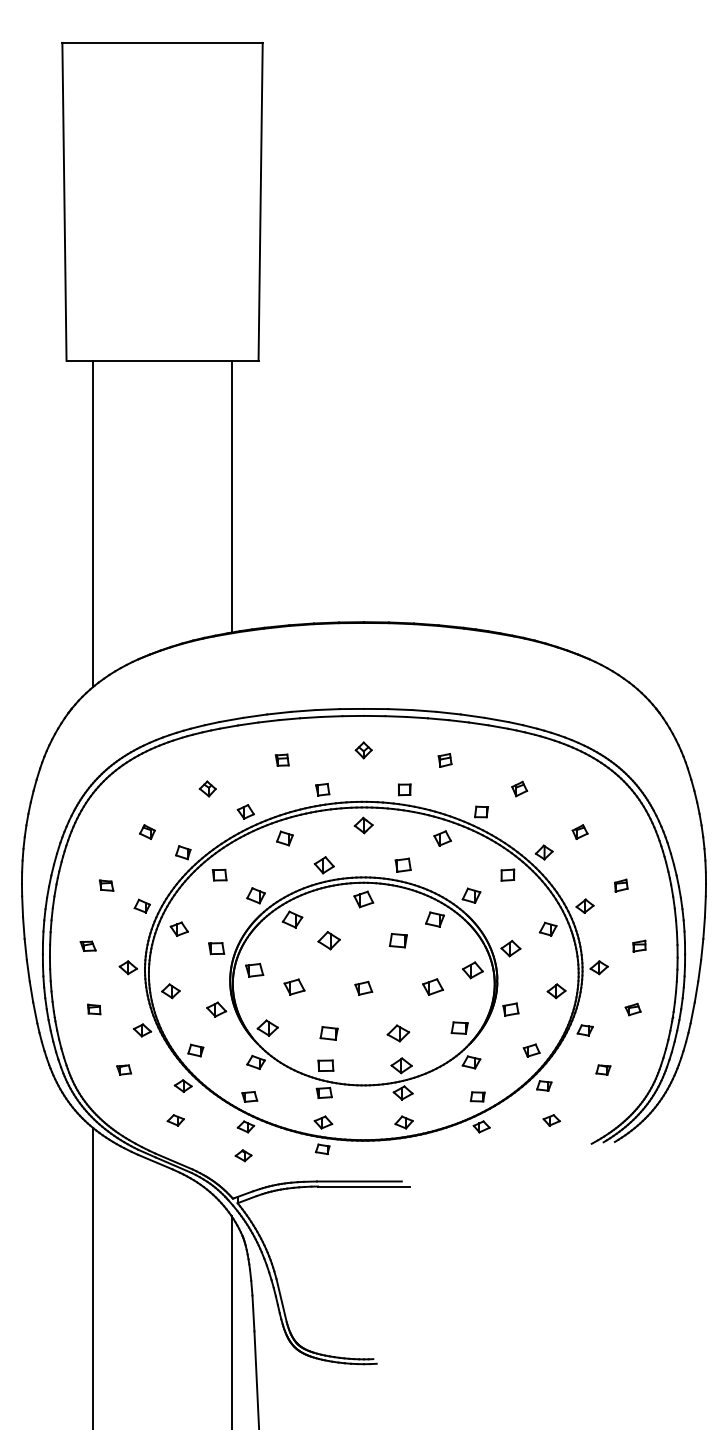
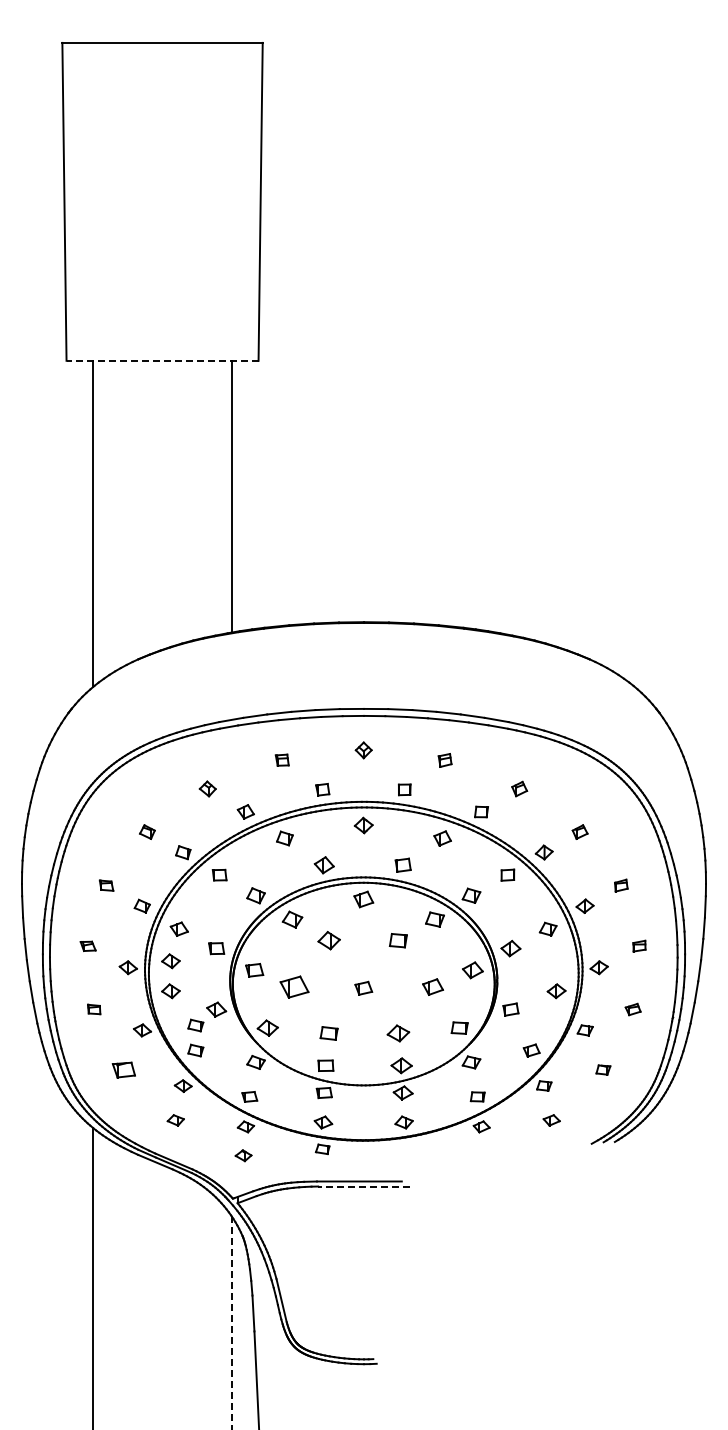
line at (162, 360): solid -> dashed
part at (170, 961): none -> present
part at (294, 986) size: 23x18 px -> 31x24 px
part at (195, 1025): none -> present
part at (124, 1069) size: 17x12 px -> 25x18 px
line at (363, 1186): solid -> dashed
line at (231, 1323): solid -> dashed
